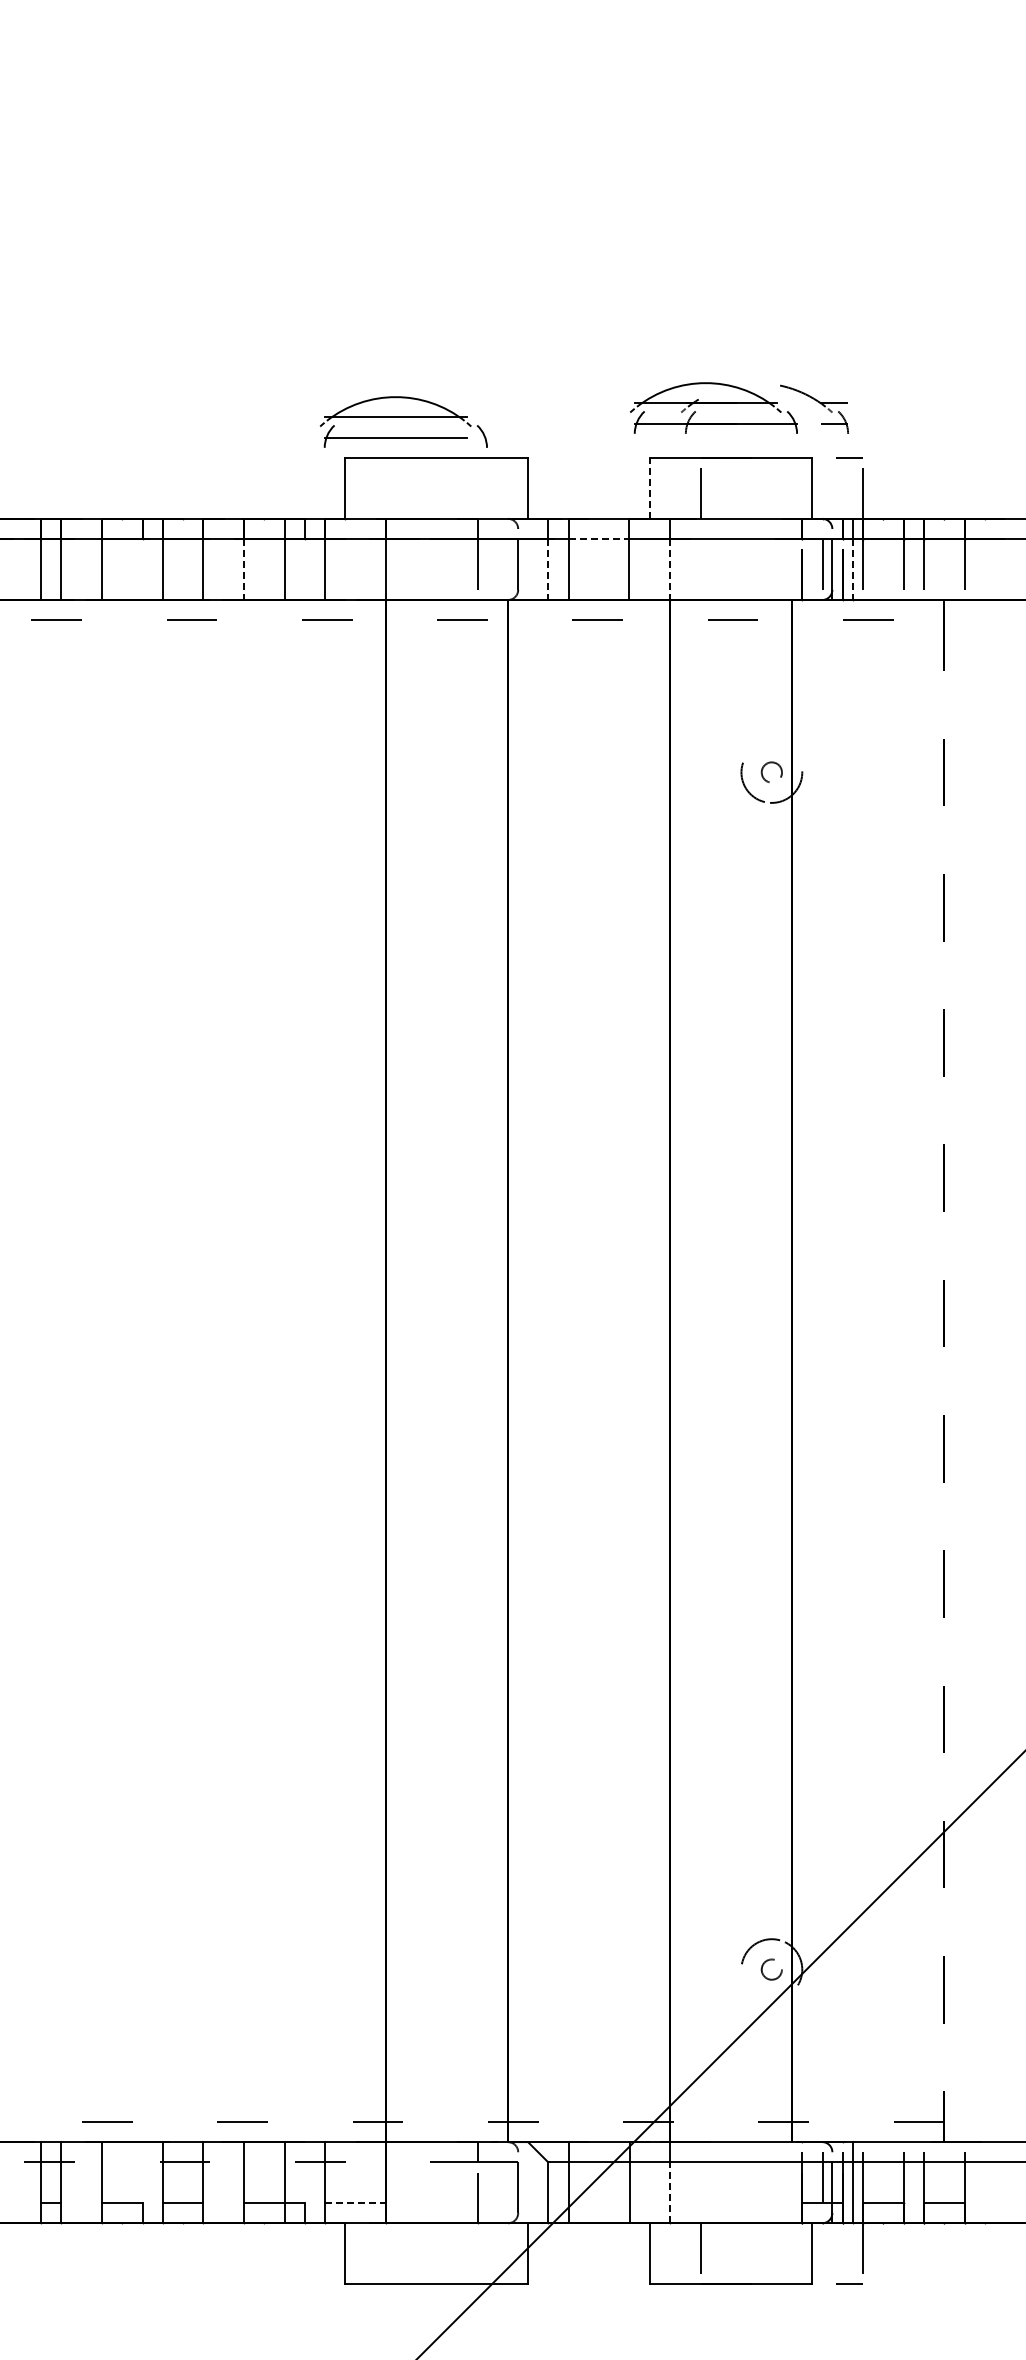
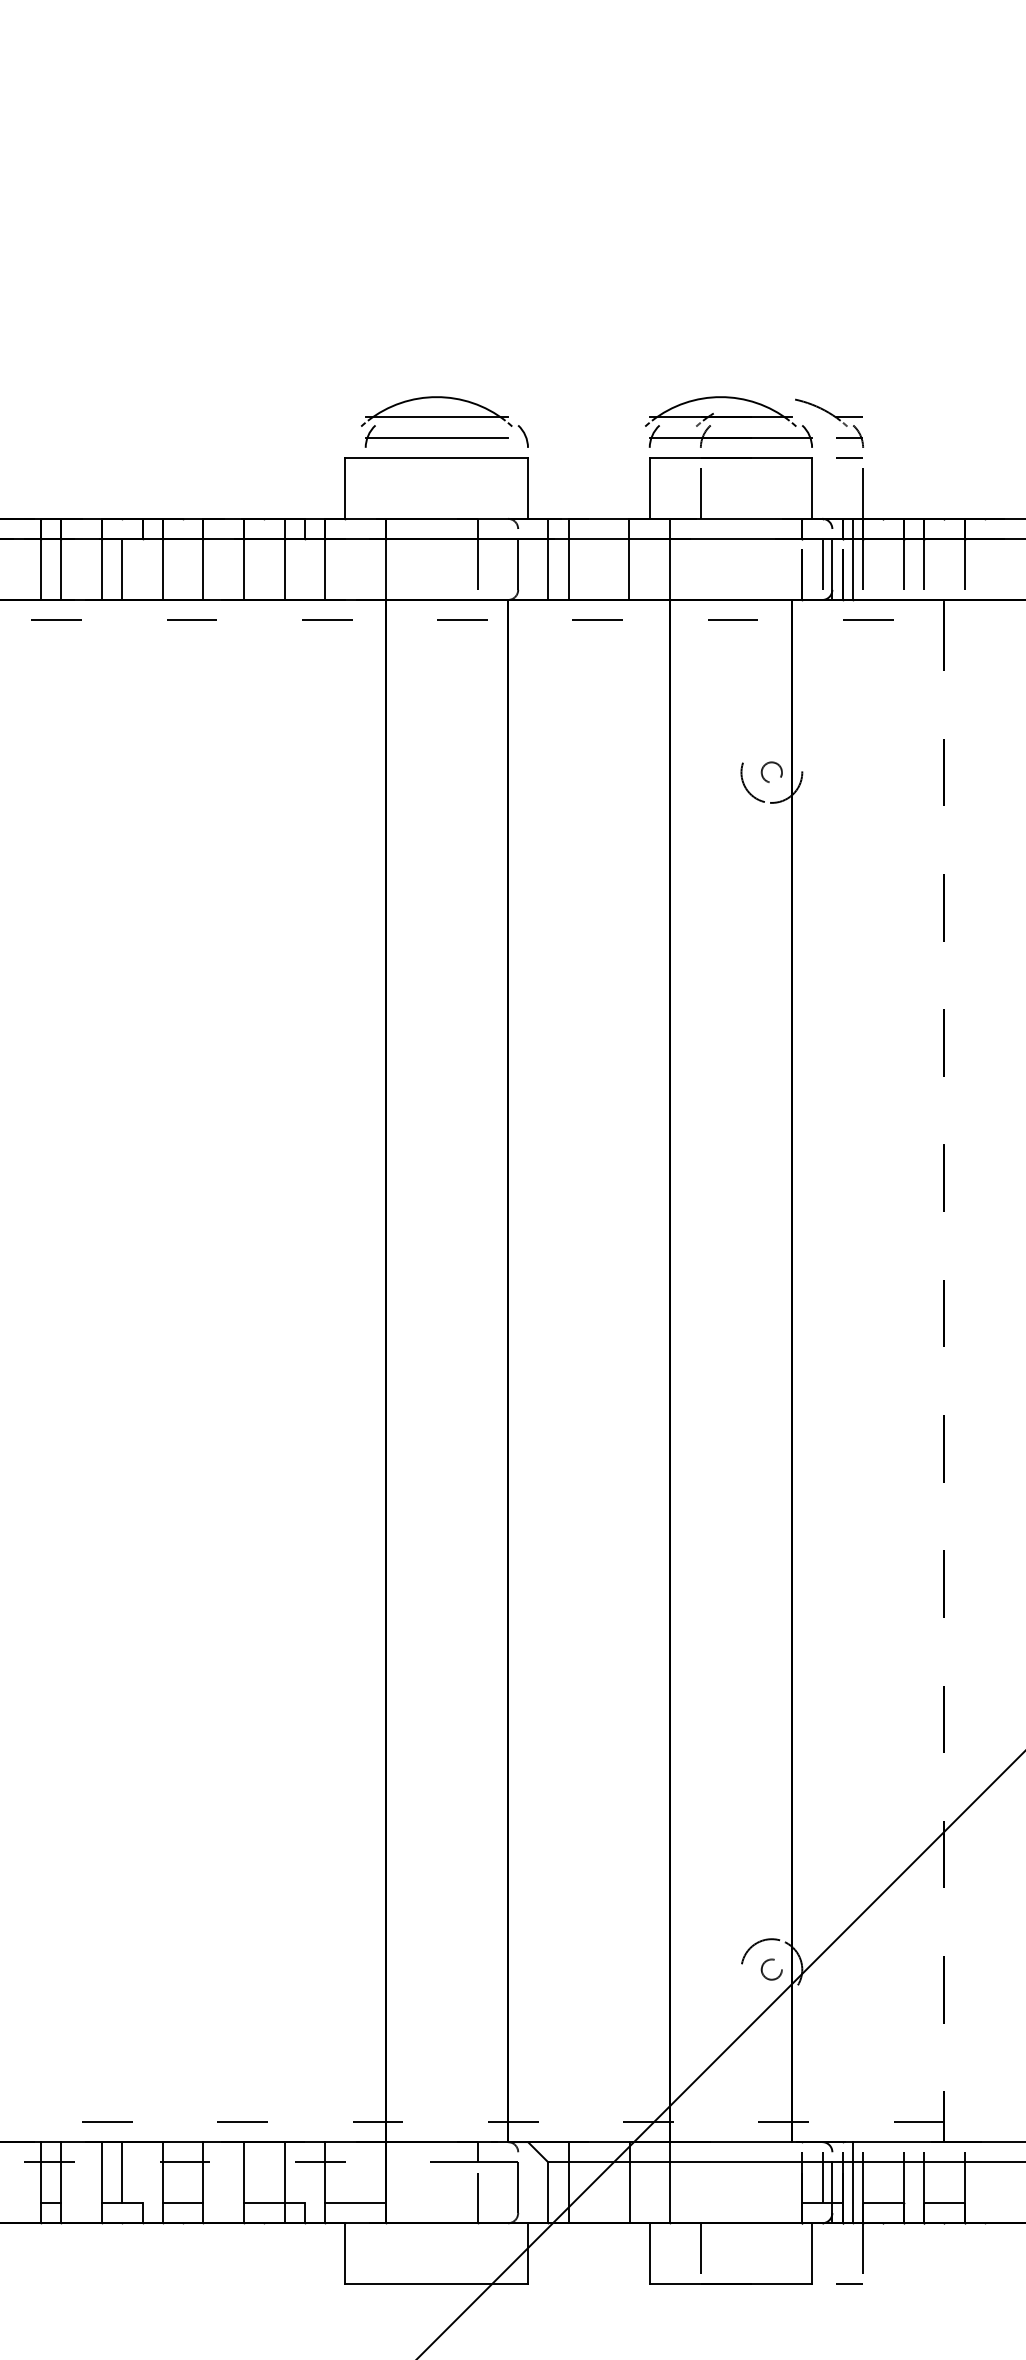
part at (739, 407) position: (739, 407) -> (754, 421)
part at (403, 421) position: (403, 421) -> (444, 421)
line at (649, 487): dashed -> solid
line at (599, 539): dashed -> solid
line at (122, 569): none -> present
line at (243, 570): dashed -> solid
line at (548, 570): dashed -> solid
line at (670, 570): dashed -> solid
line at (852, 570): dashed -> solid
line at (122, 2172): none -> present
line at (670, 2192): dashed -> solid
line at (355, 2202): dashed -> solid
